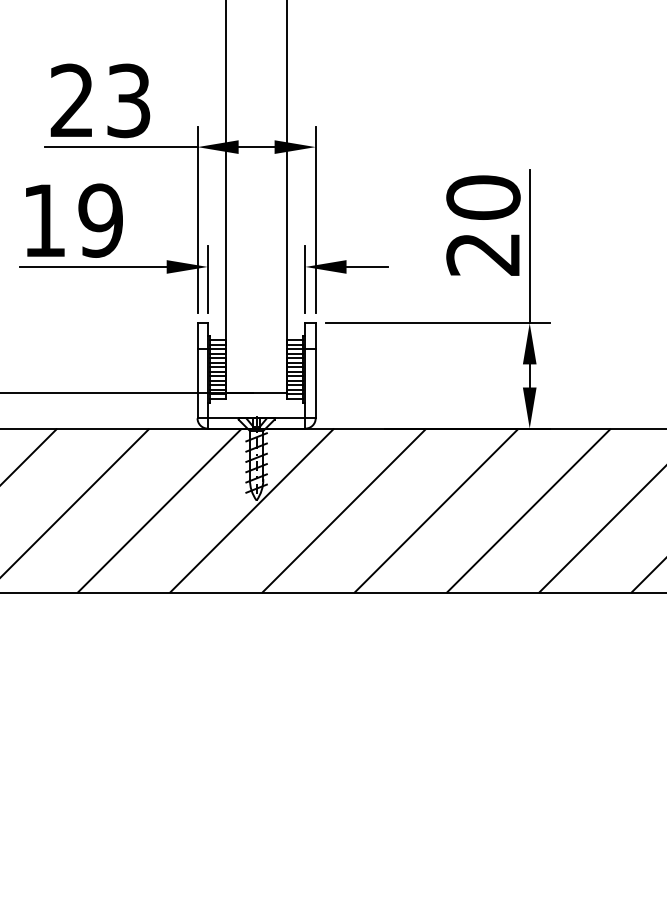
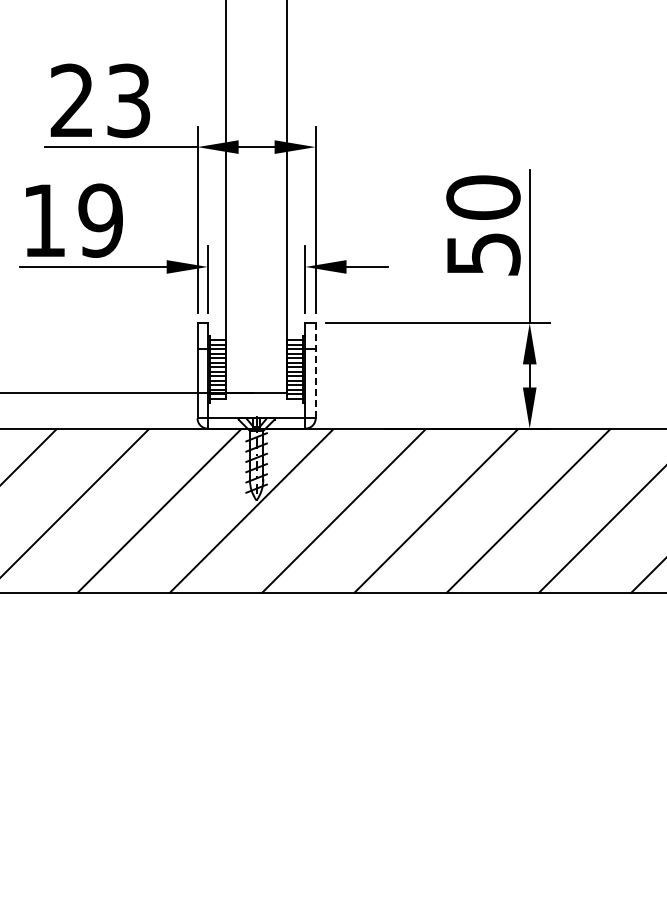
text at (483, 254): 20 -> 50
line at (315, 370): solid -> dashed
